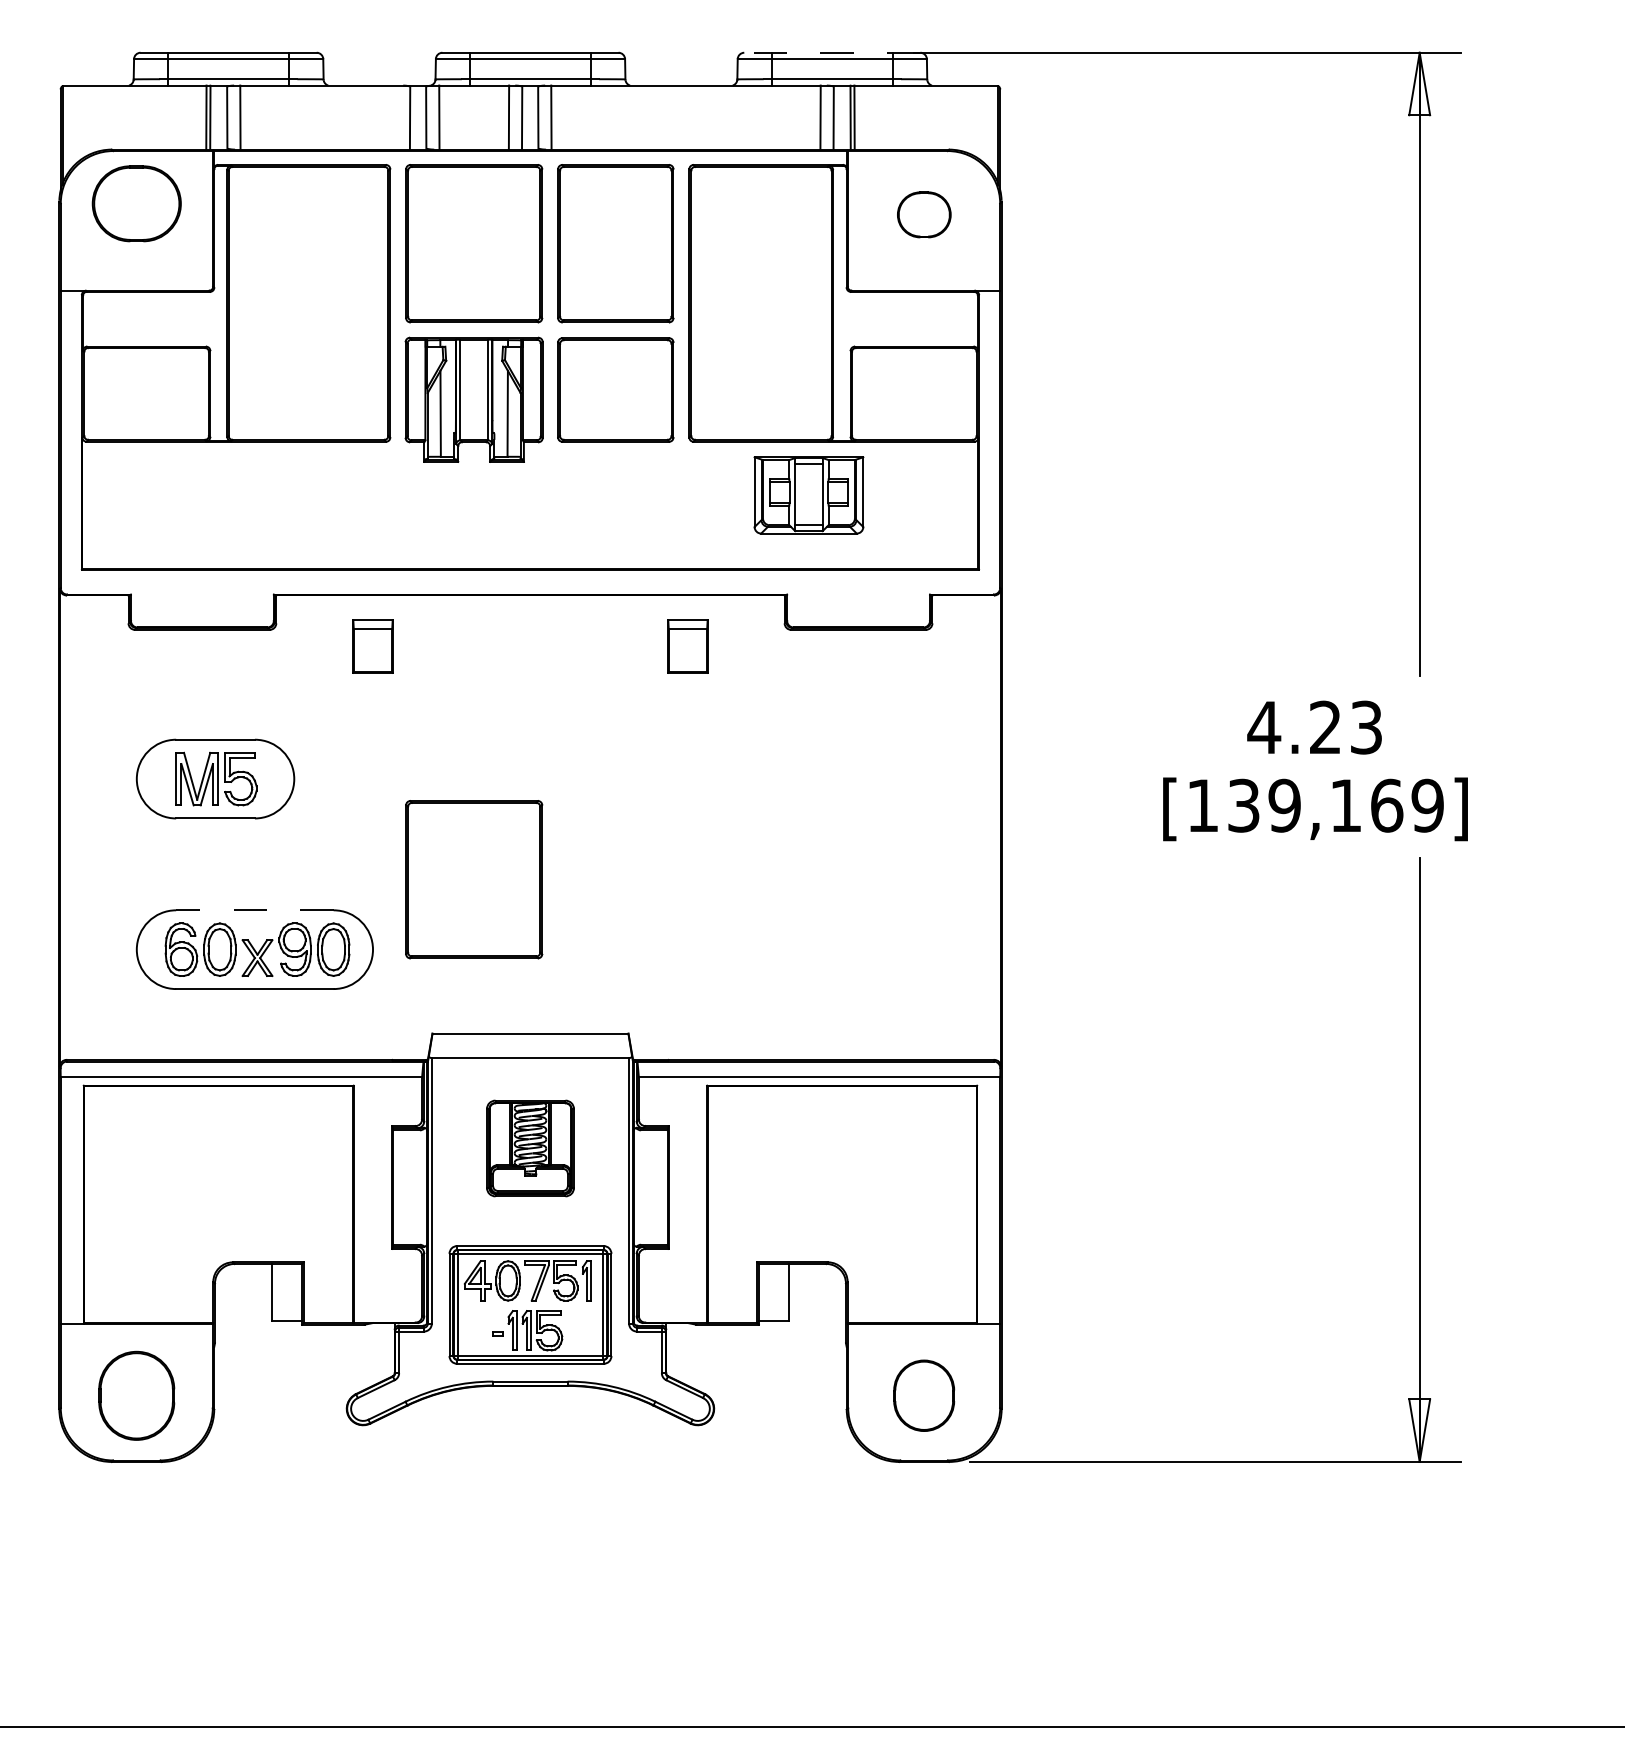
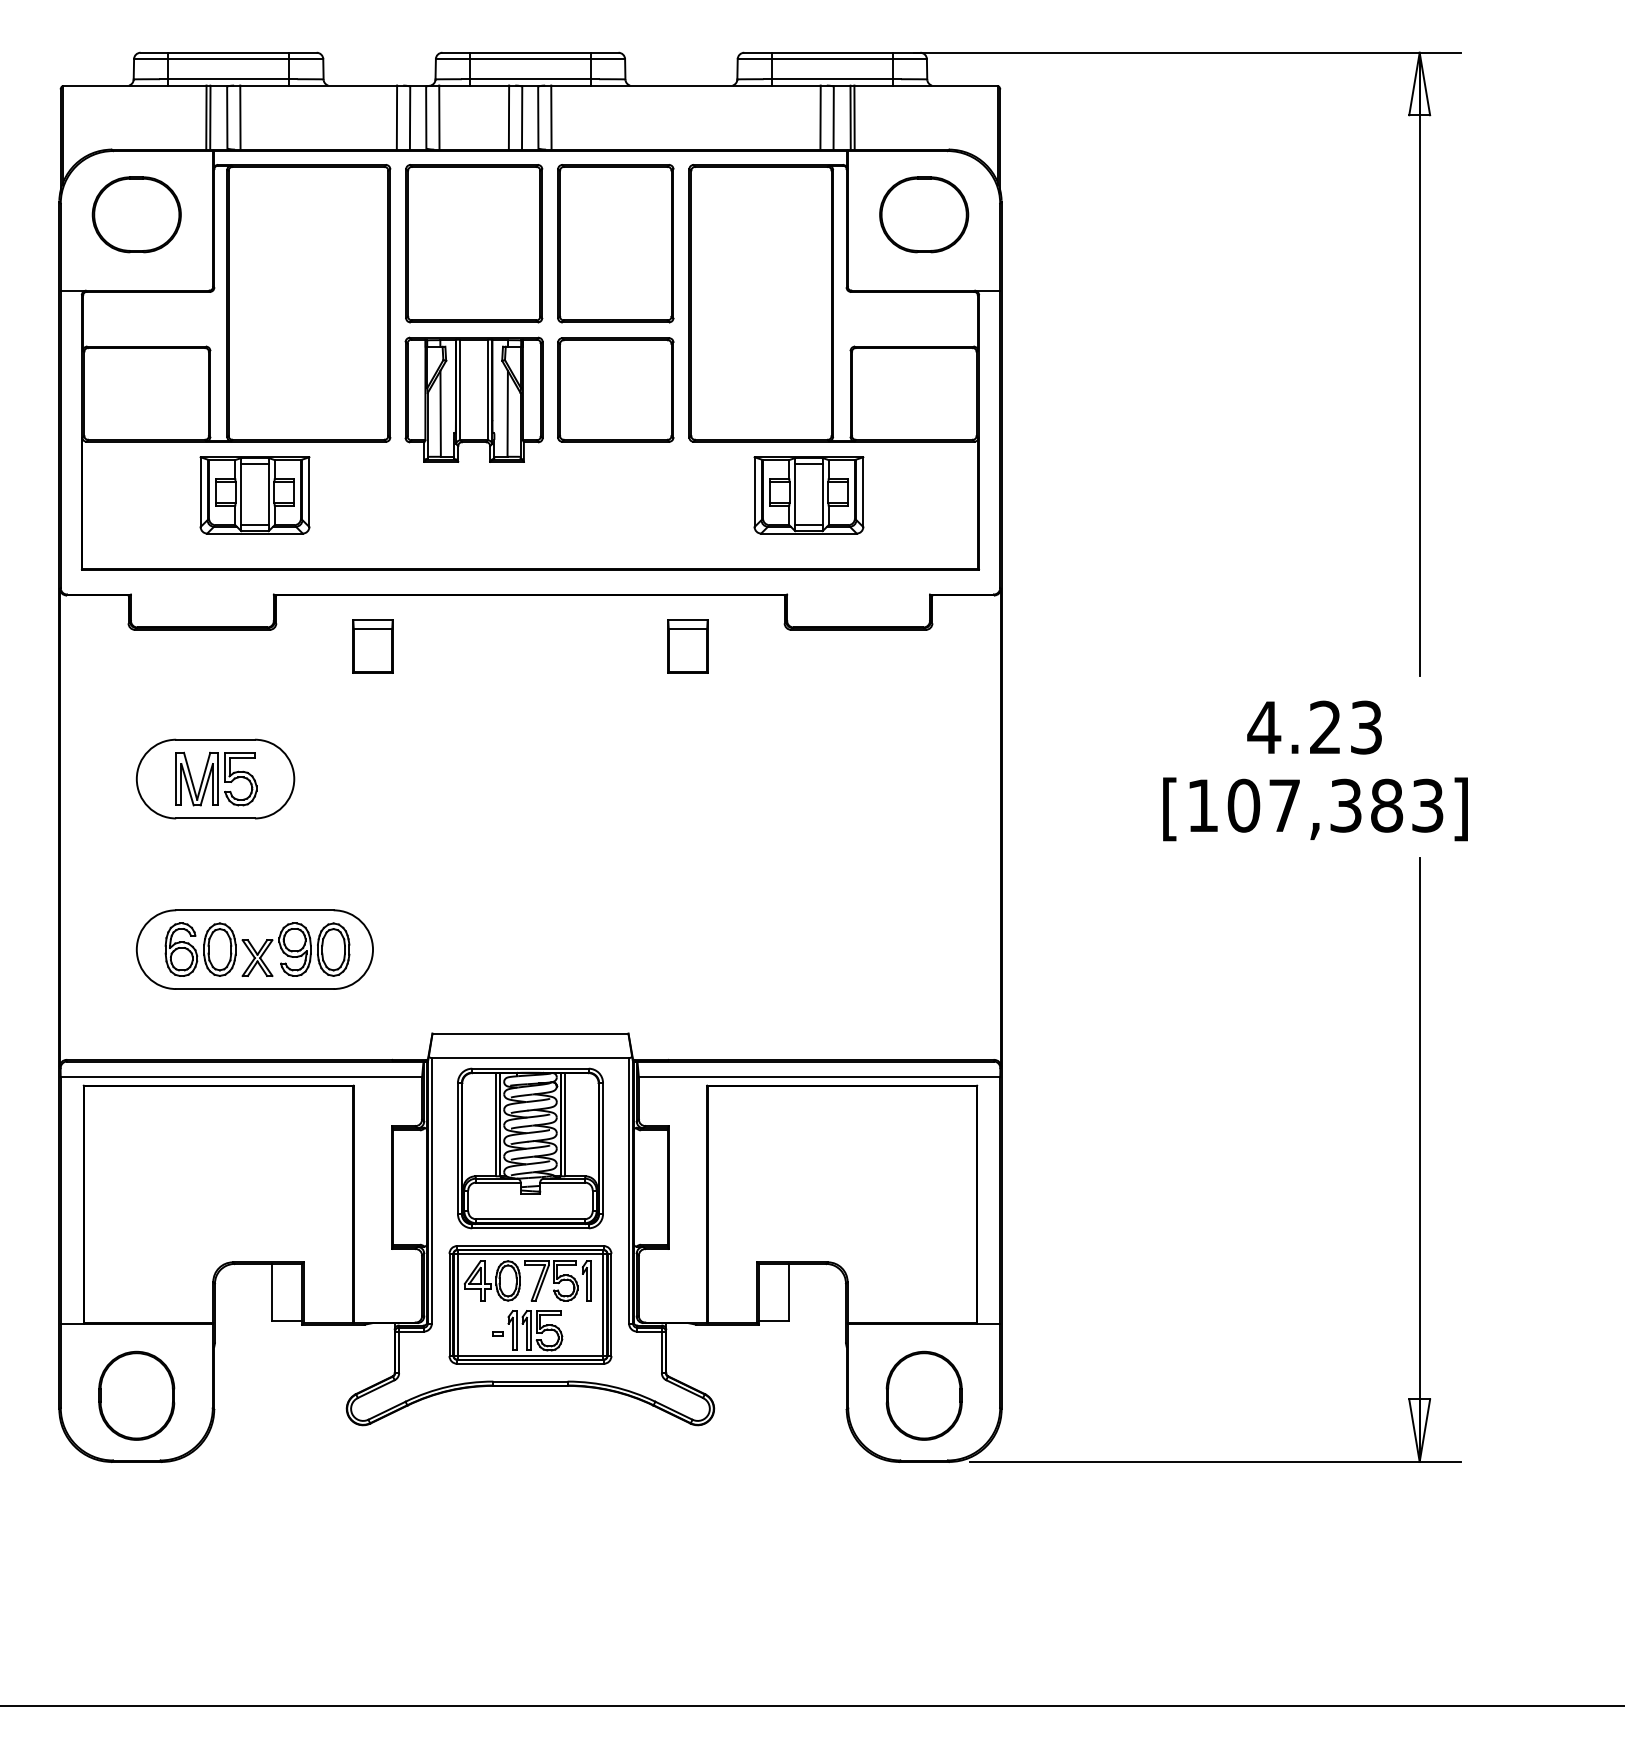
line at (831, 52): dashed -> solid
line at (396, 117): none -> present
part at (136, 203) position: (136, 203) -> (136, 214)
part at (924, 214) size: 55x48 px -> 91x78 px
part at (254, 495): none -> present
text at (1335, 805): [139,169] -> [107,383]
part at (474, 879): present -> none
line at (254, 910): dashed -> solid
part at (530, 1148) size: 89x99 px -> 147x163 px
part at (924, 1395) size: 63x73 px -> 78x91 px
line at (811, 1727) position: (811, 1727) -> (811, 1706)
